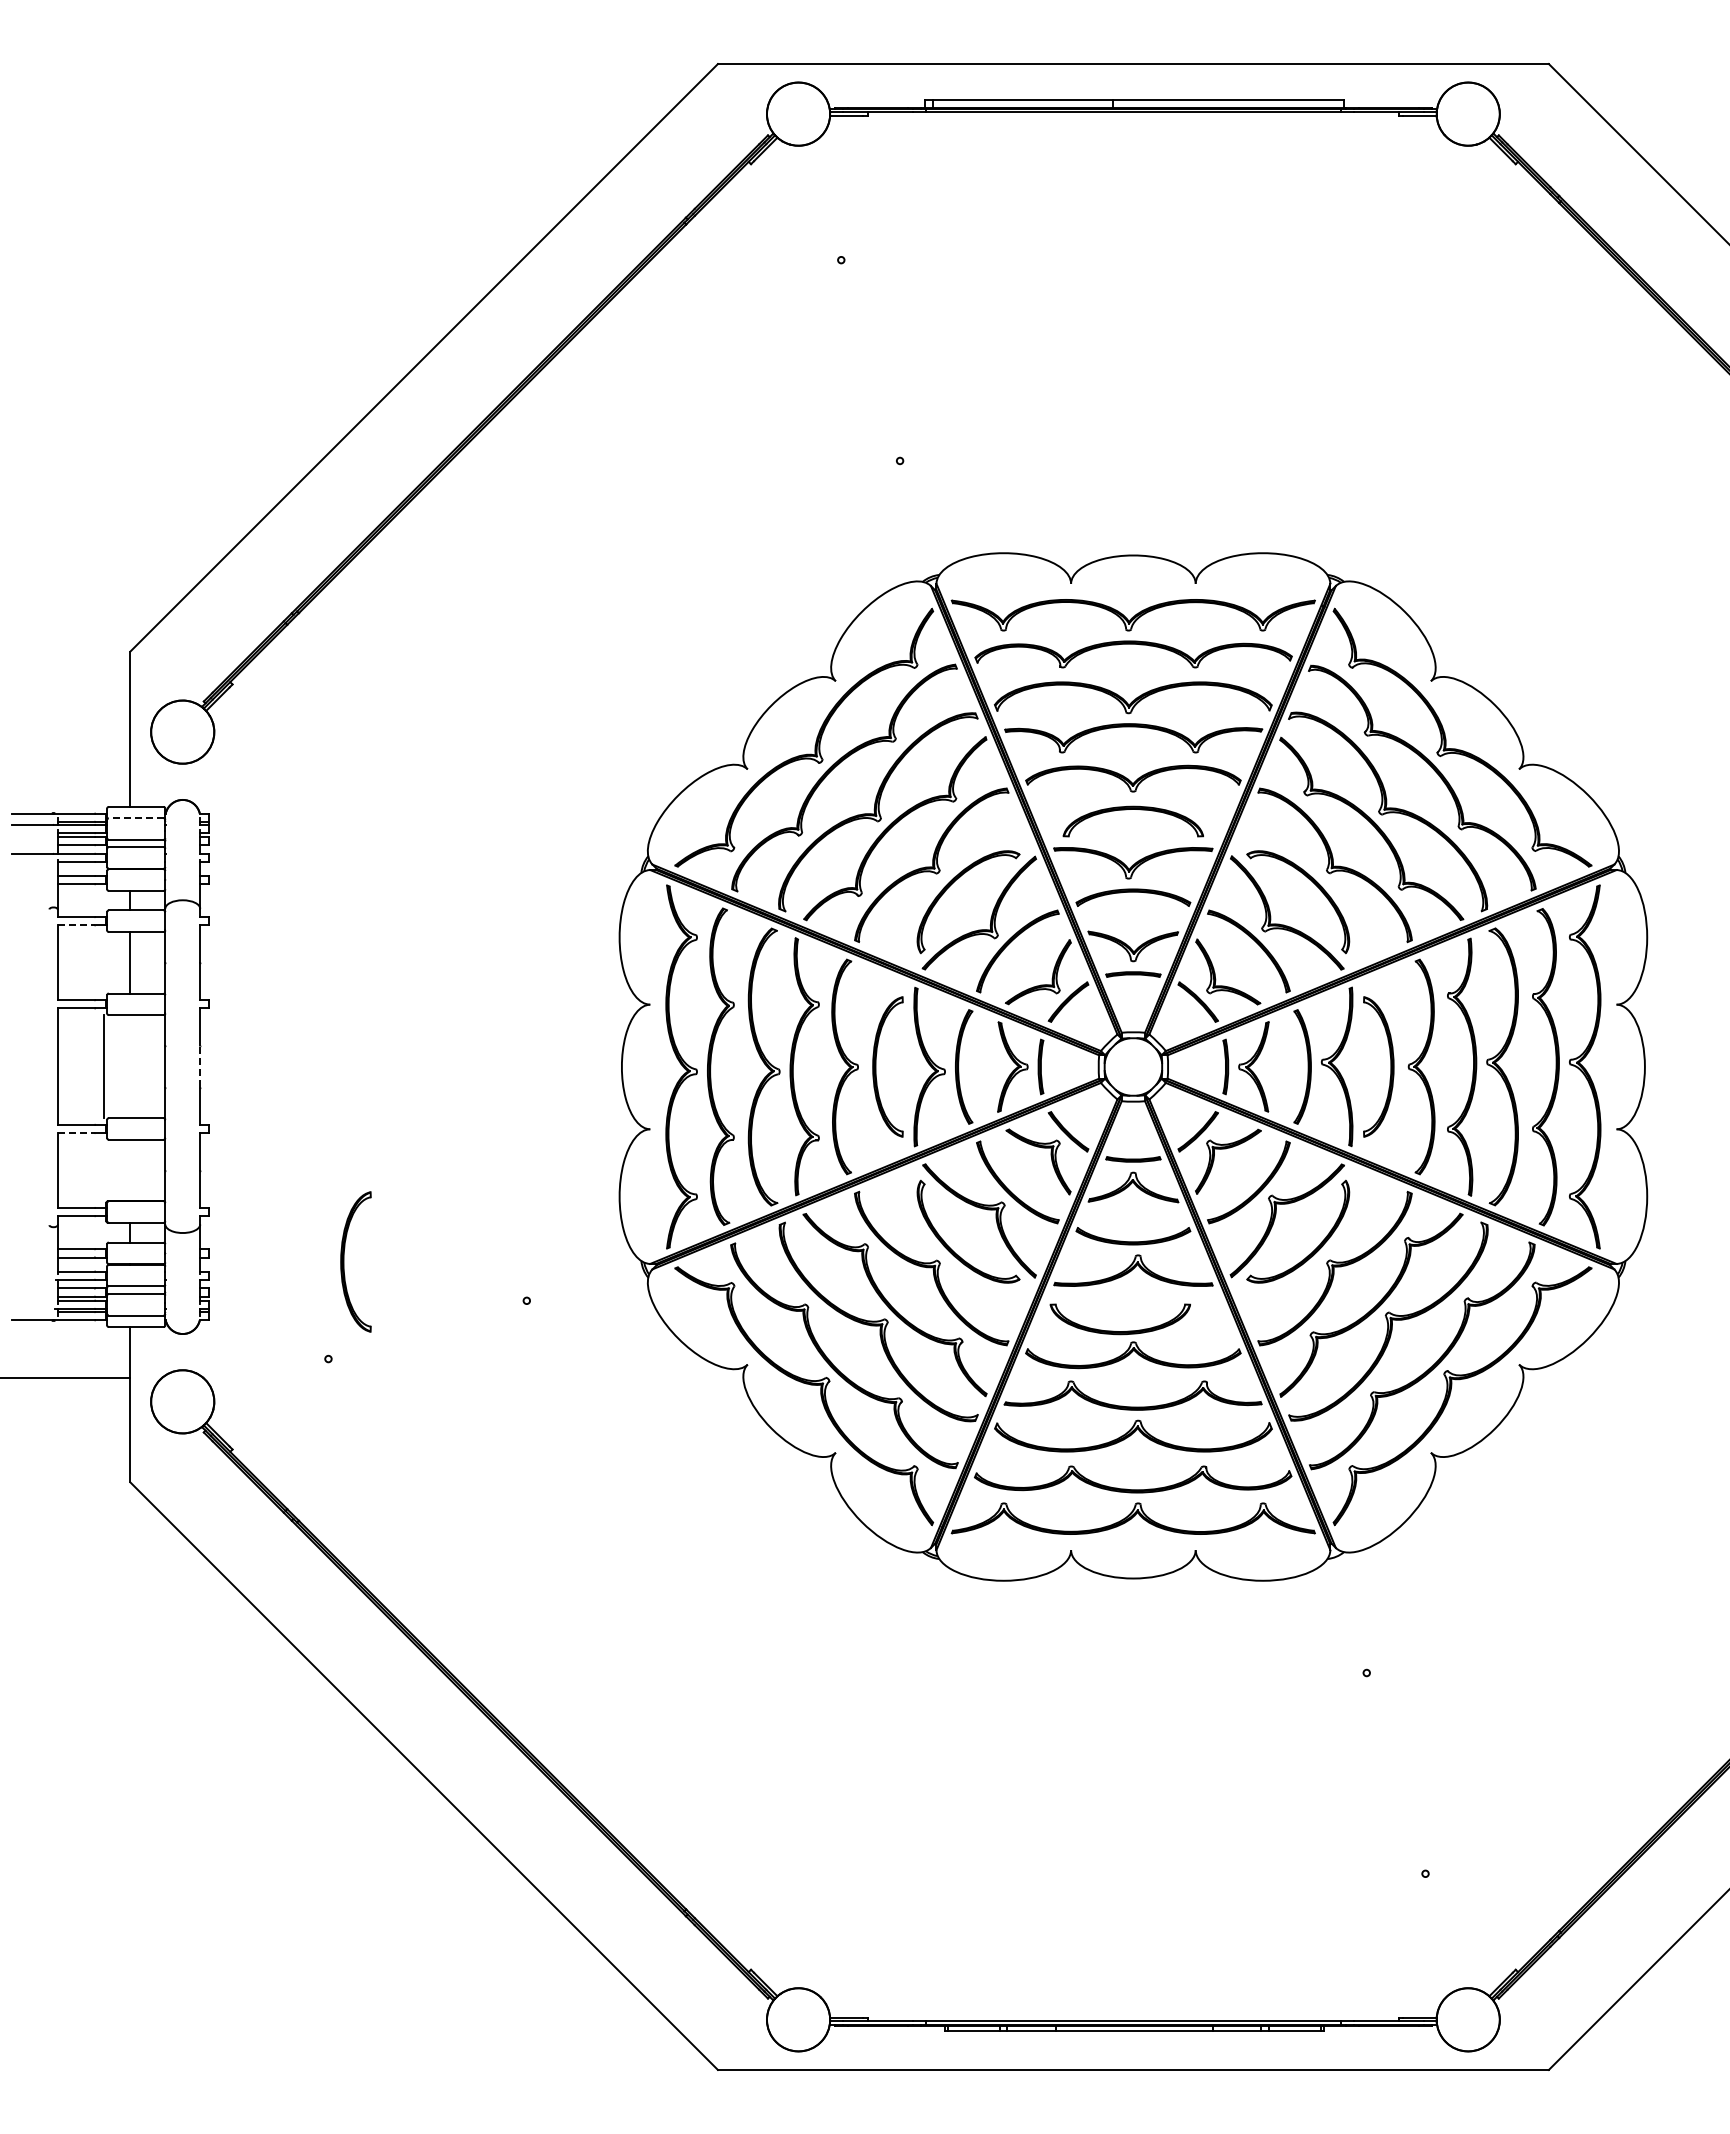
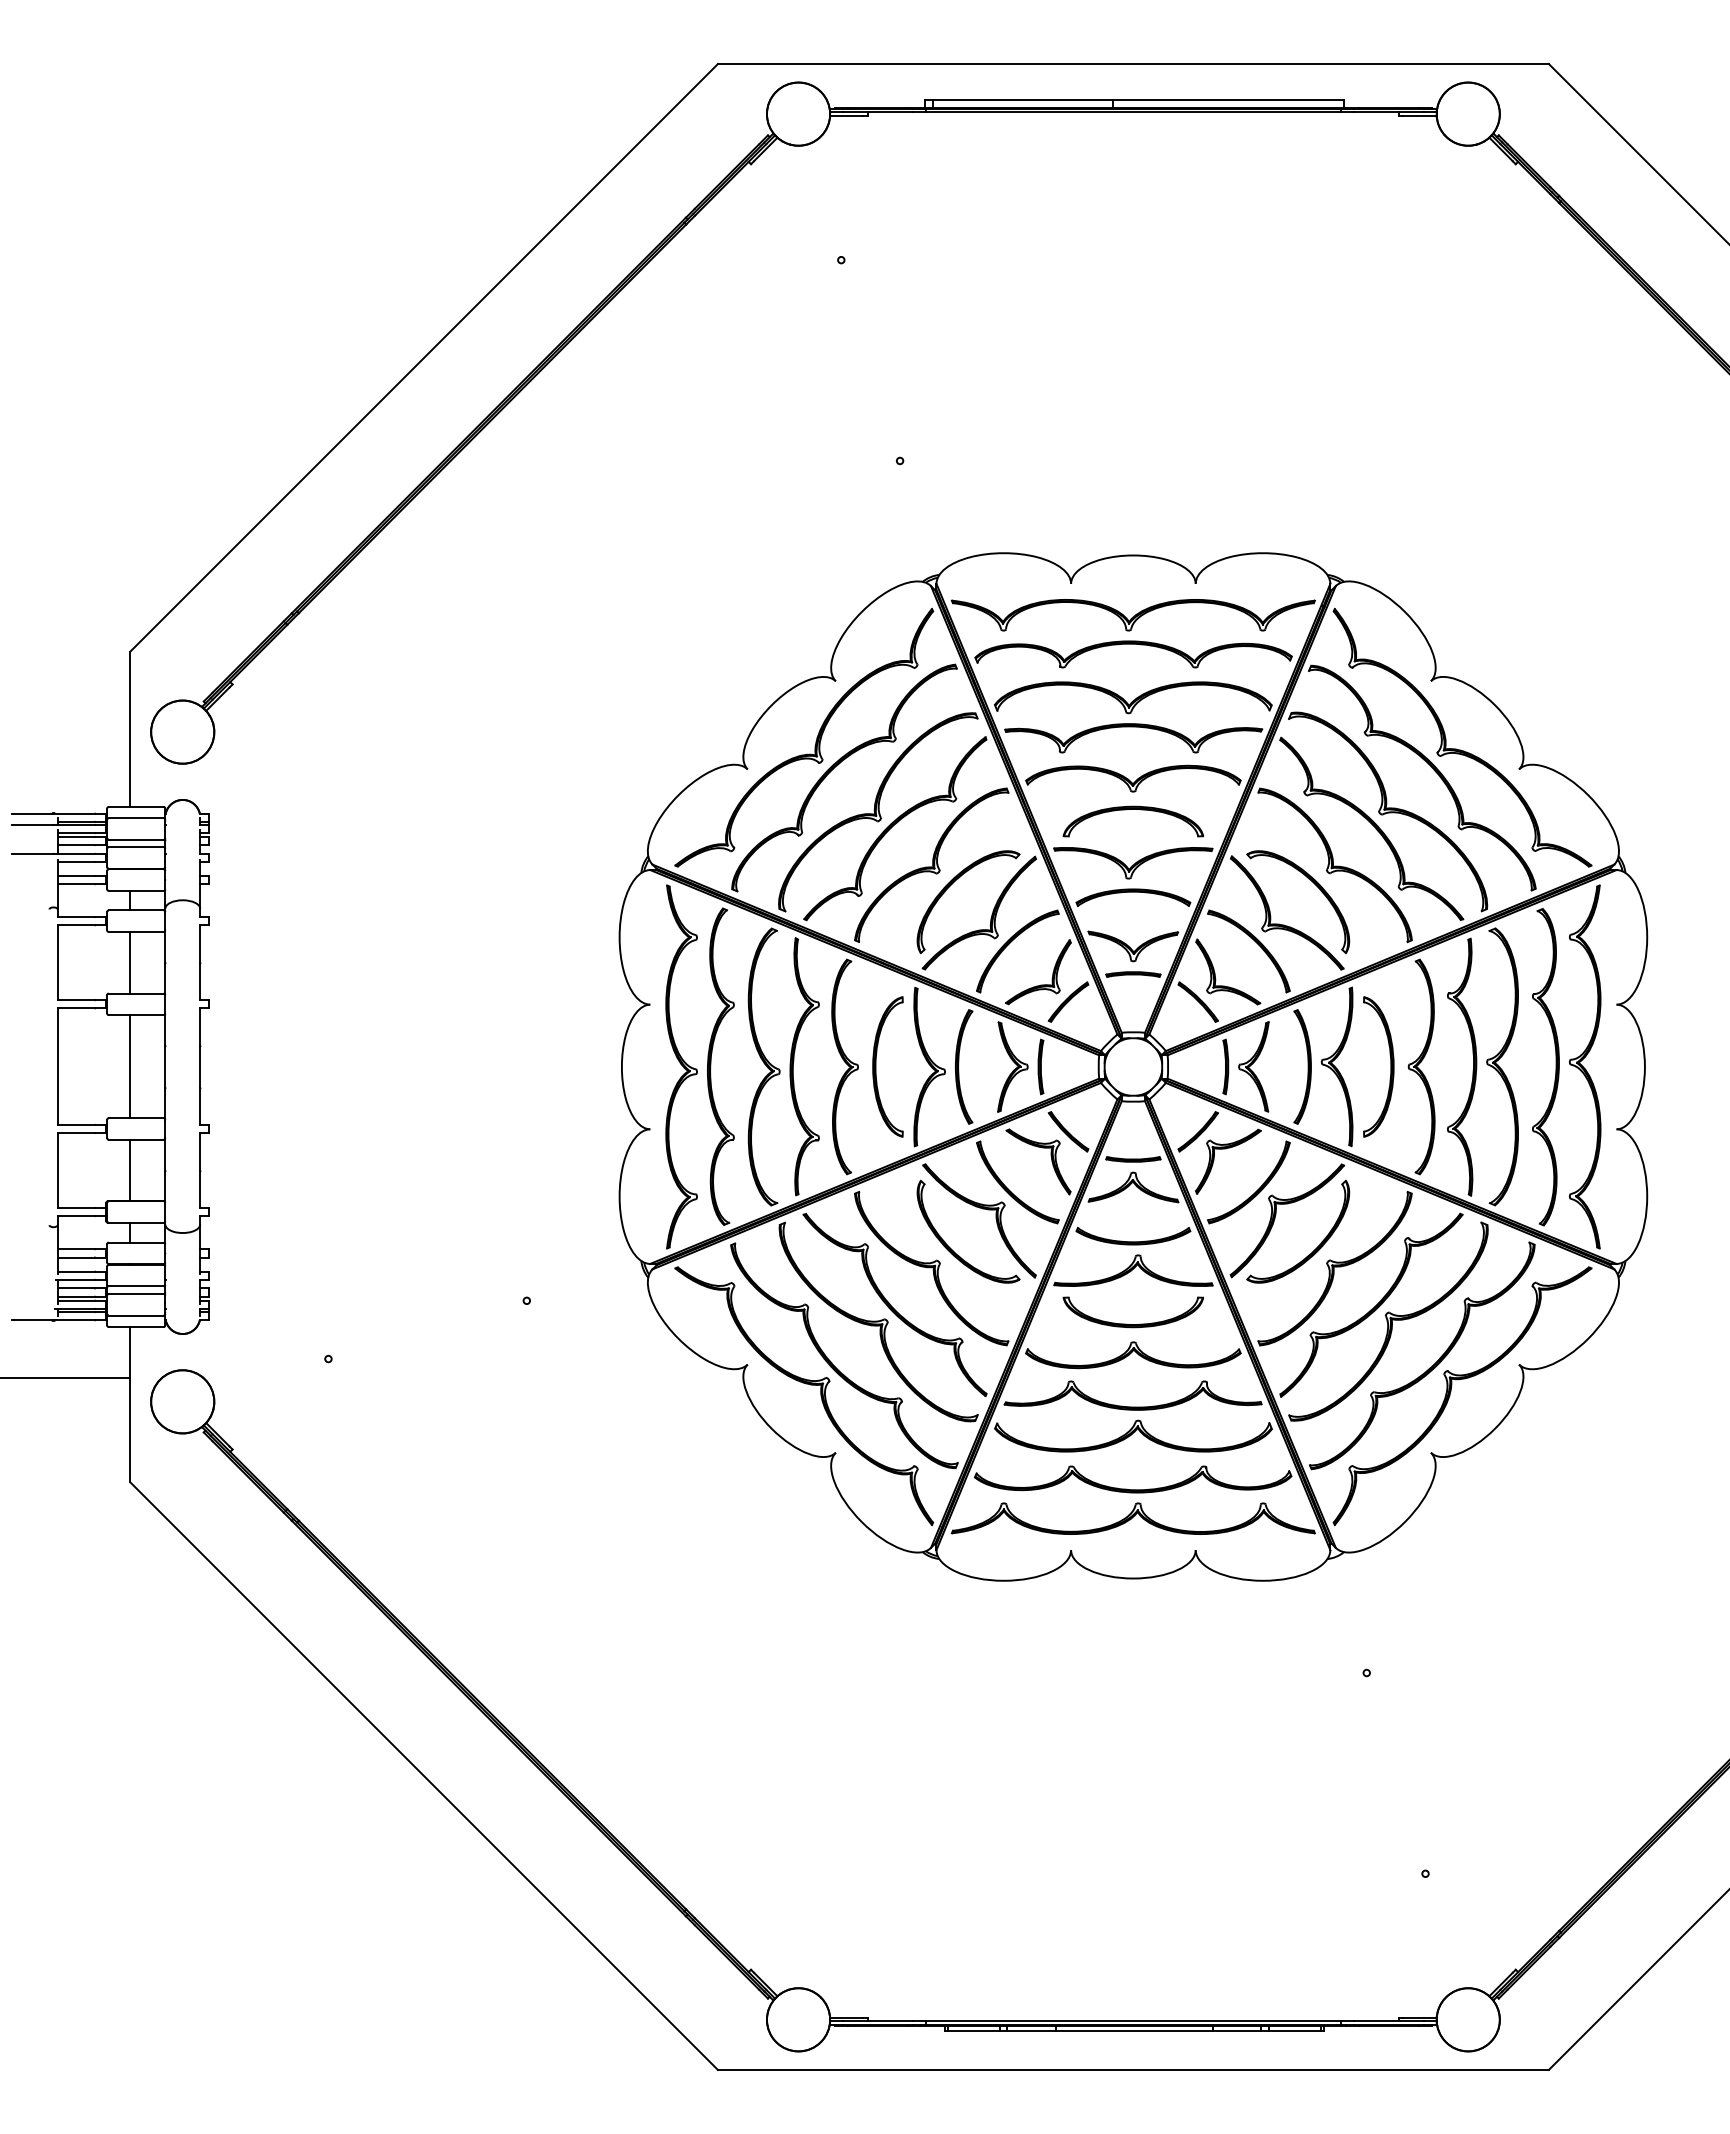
line at (135, 818): dashed -> solid
line at (76, 925): dashed -> solid
line at (104, 1066) position: (104, 1066) -> (130, 1066)
line at (200, 1066): dashed -> solid
line at (76, 1133): dashed -> solid
line at (130, 1170): none -> present
part at (344, 1261): present -> none
part at (1119, 1331) position: (1119, 1331) -> (1132, 1324)
